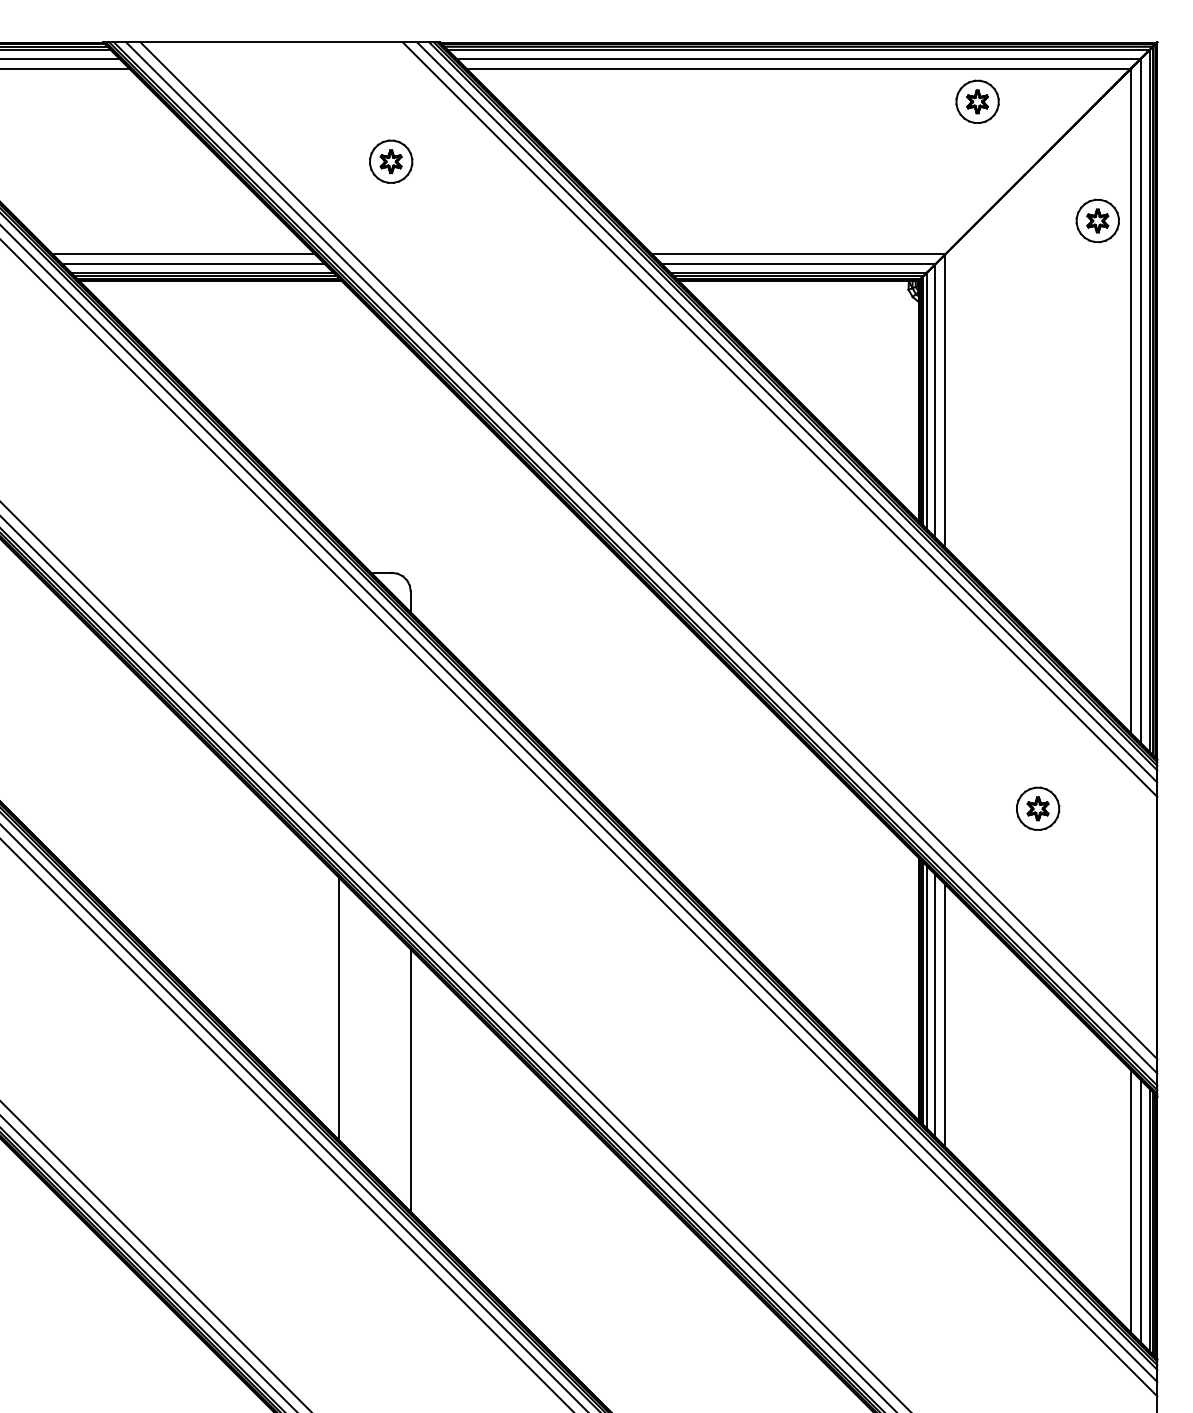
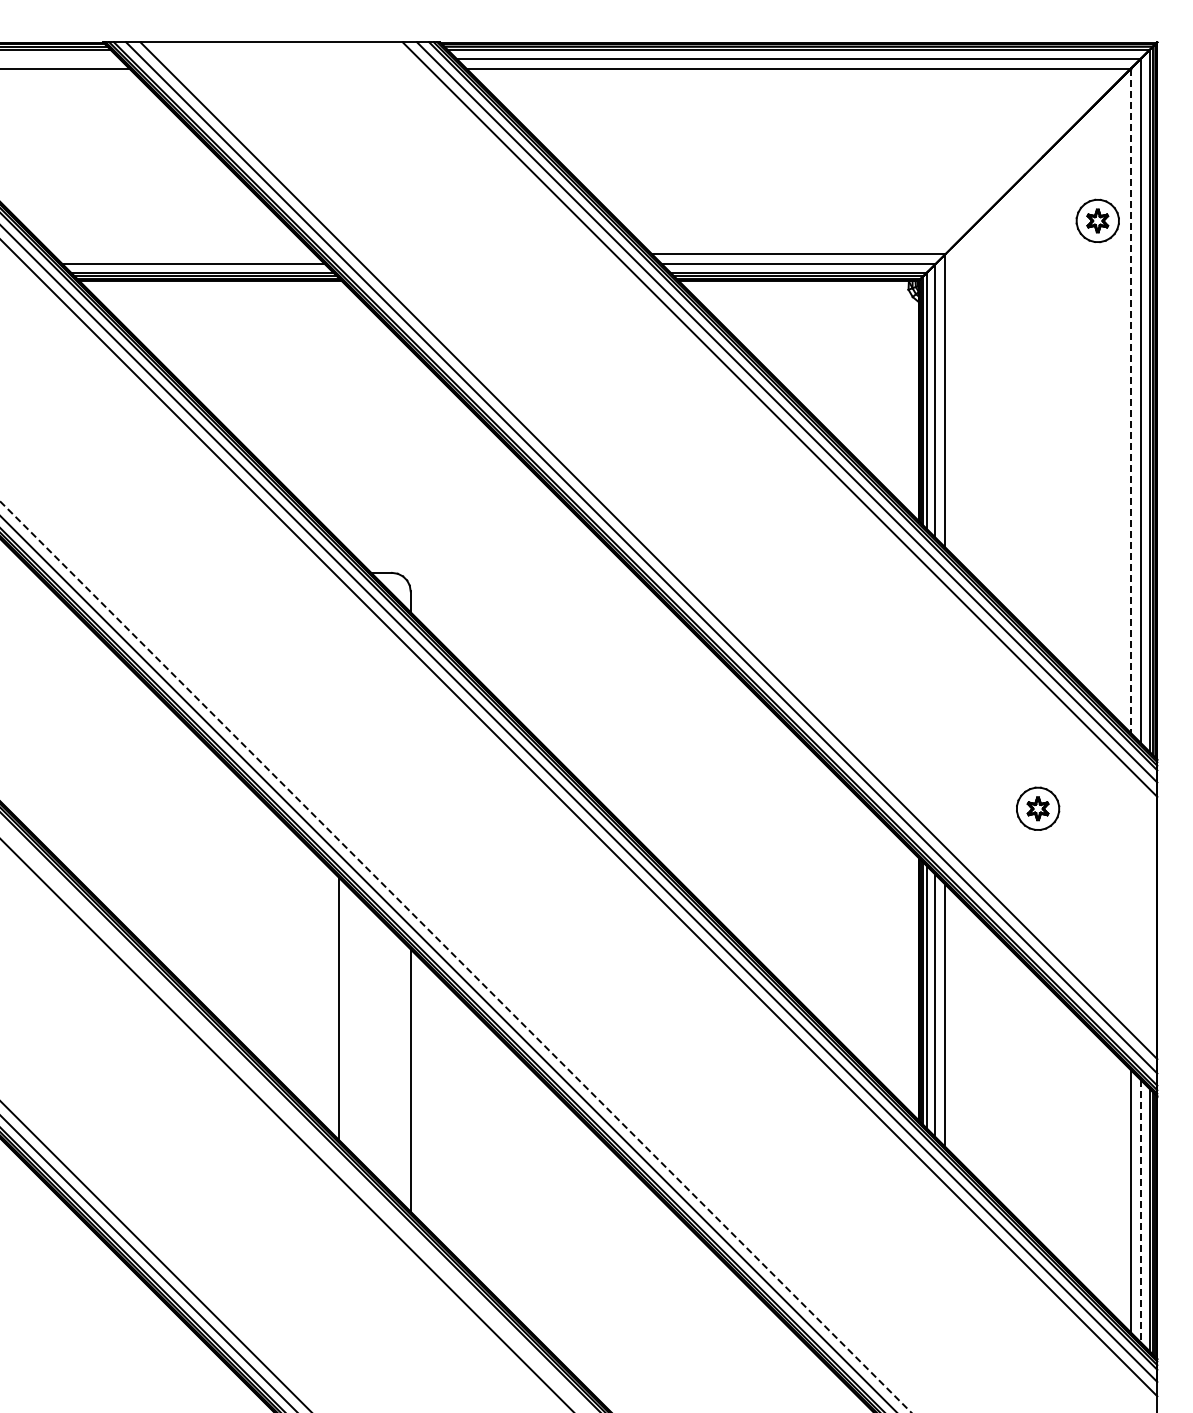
line at (60, 58): present -> none
part at (977, 101): present -> none
part at (391, 161): present -> none
line at (183, 254): present -> none
line at (1130, 401): solid -> dashed
line at (455, 957): solid -> dashed
line at (293, 1117): present -> none
line at (1140, 1211): solid -> dashed
